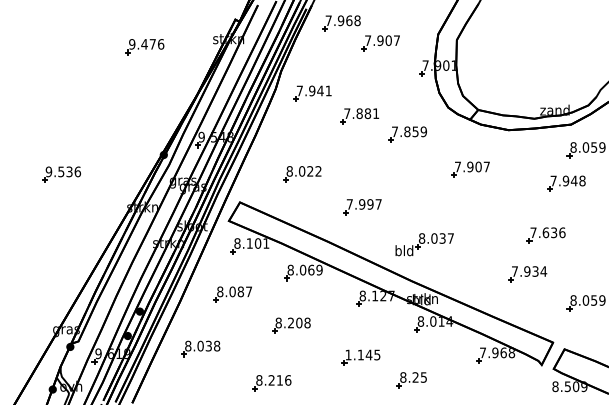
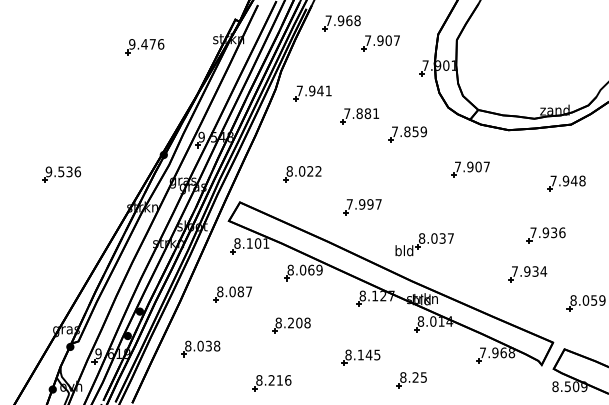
part at (585, 150): present -> none
text at (545, 232): 7.636 -> 7.936
text at (348, 354): 1.145 -> 8.145
